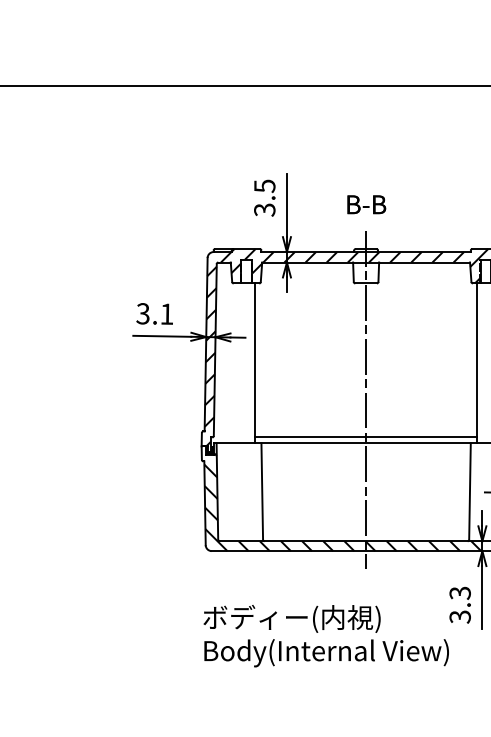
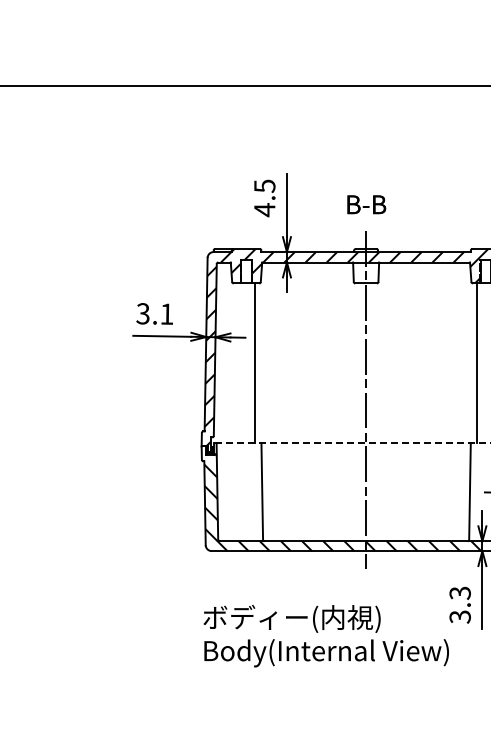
text at (264, 210): 3.5 -> 4.5
line at (365, 437): present -> none
line at (352, 443): solid -> dashed
